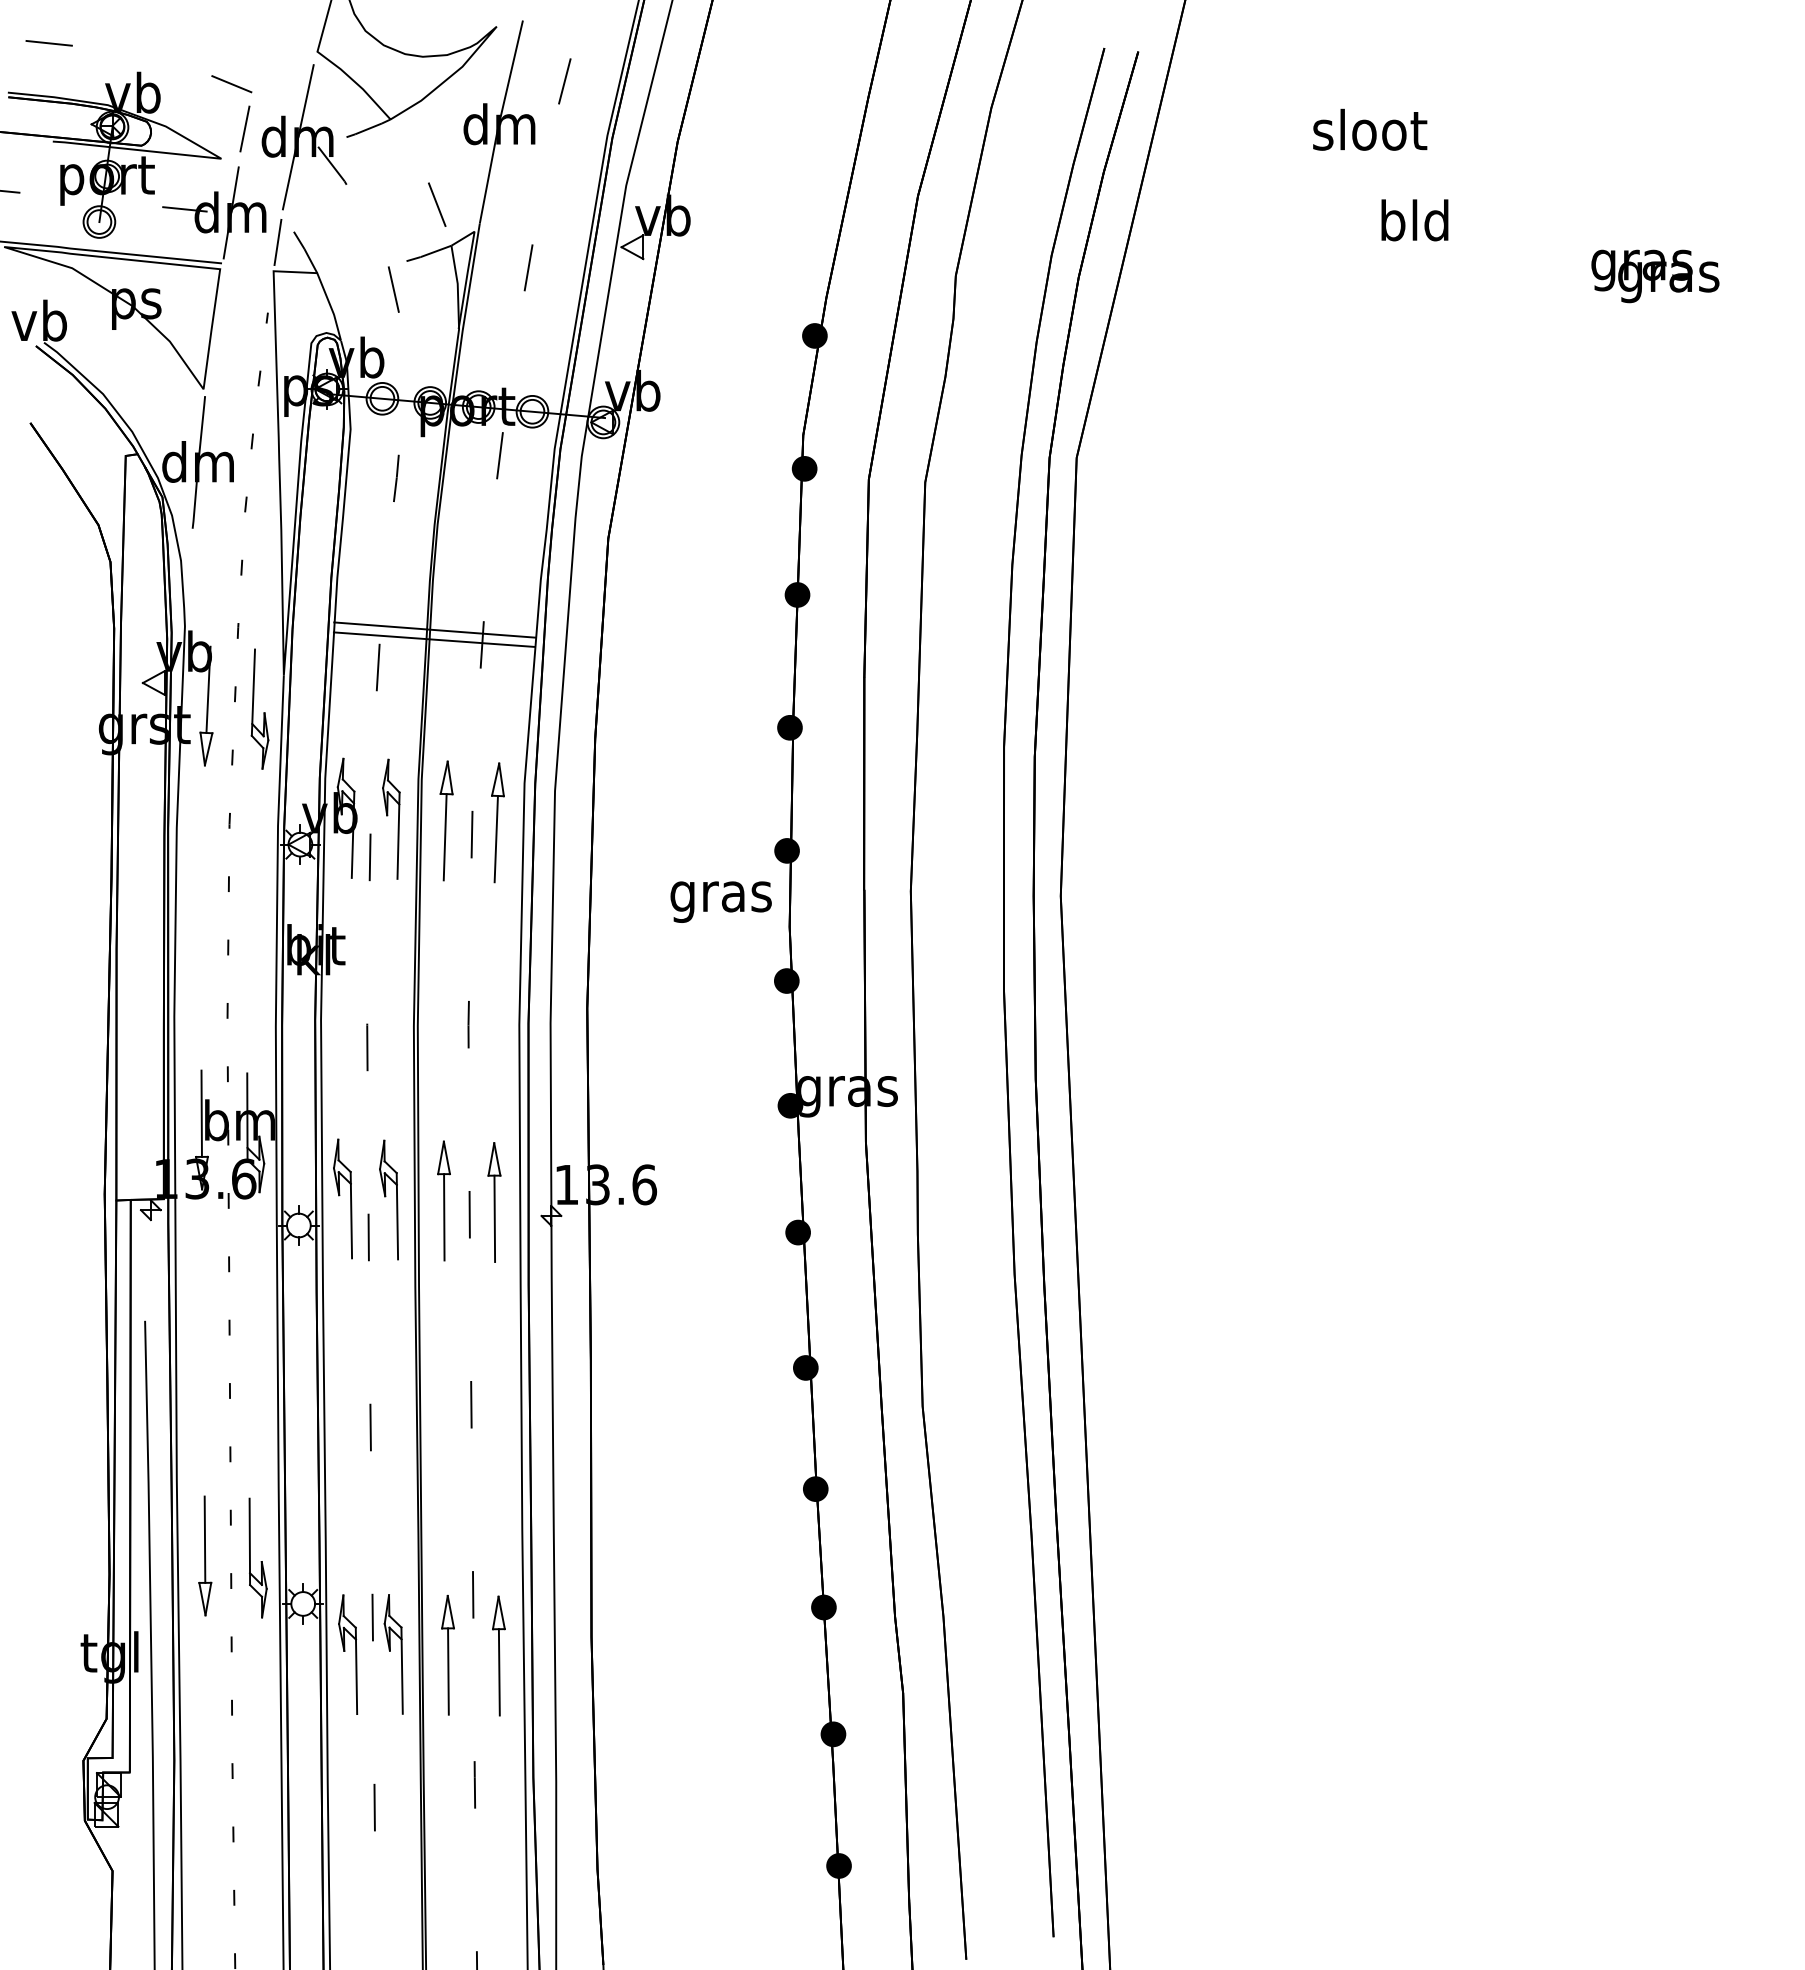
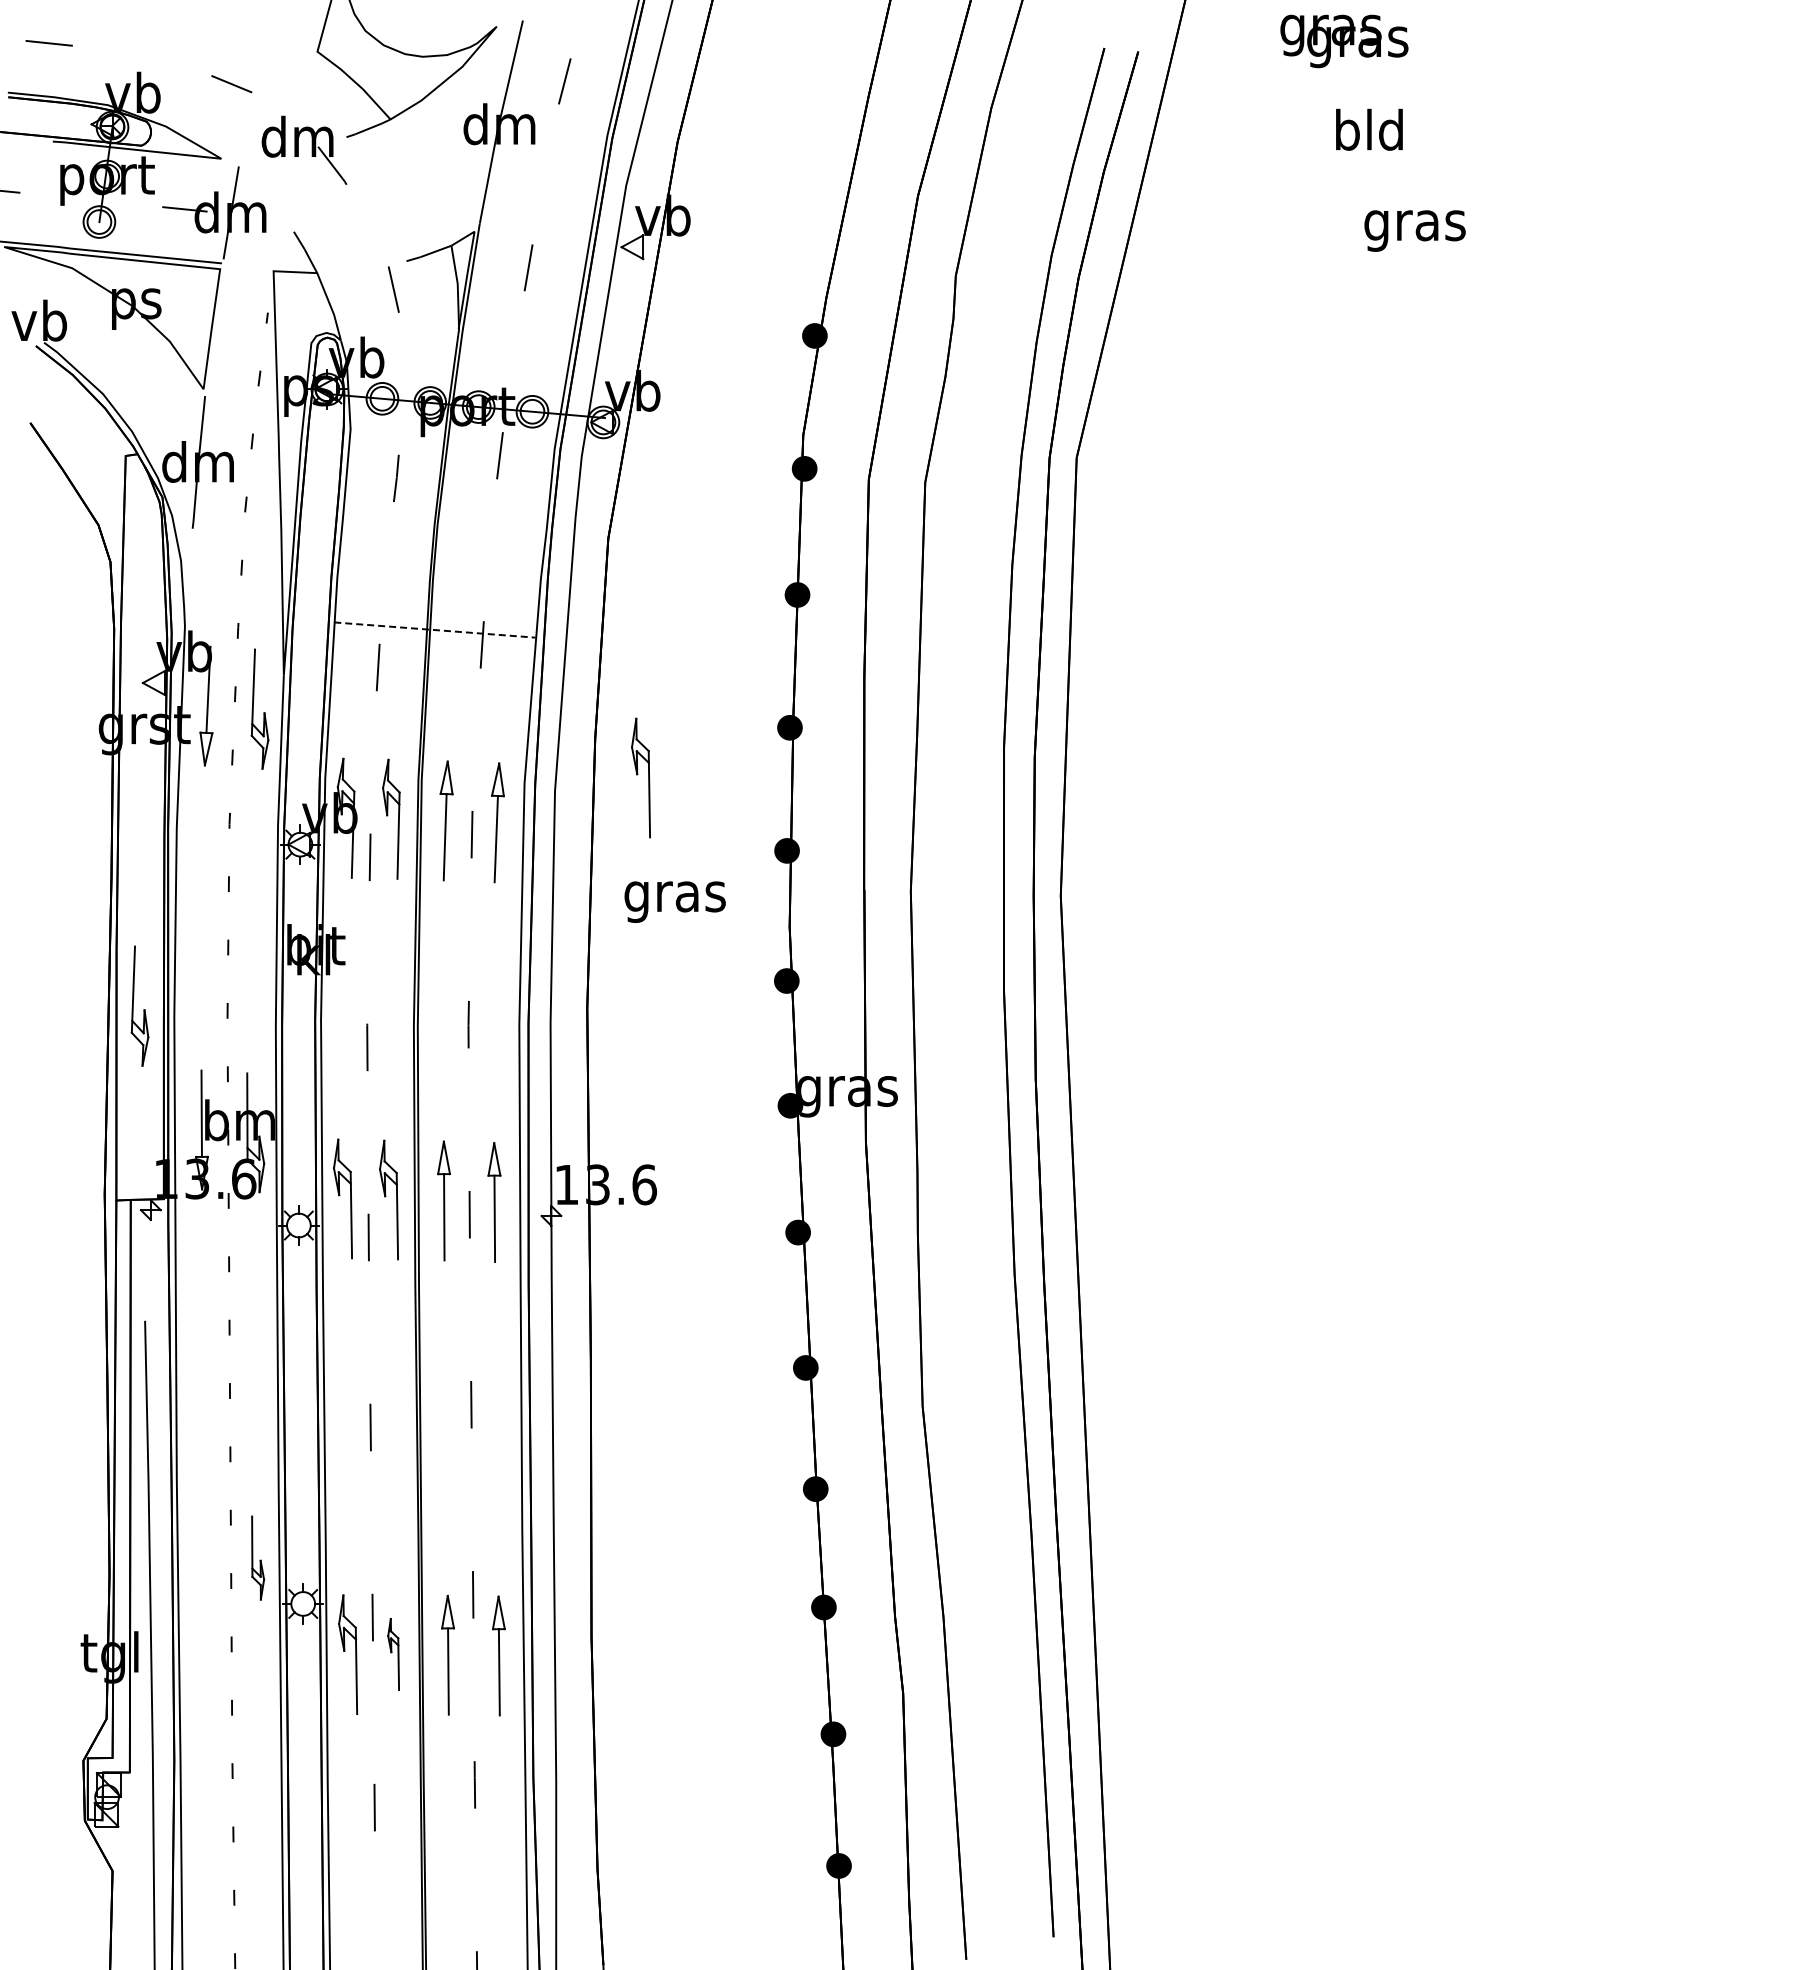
line at (244, 128): present -> none
text at (1370, 129): sloot -> bld
line at (297, 137): present -> none
line at (437, 204): present -> none
text at (1414, 225): bld -> gras
line at (278, 240): present -> none
text at (1655, 276) position: (1655, 276) -> (1344, 41)
line at (434, 630): solid -> dashed
line at (433, 639): present -> none
part at (640, 777): none -> present
text at (720, 901) position: (720, 901) -> (674, 901)
part at (139, 1005): none -> present
part at (205, 1555): present -> none
part at (257, 1557) size: 20x122 px -> 15x86 px
part at (393, 1654) size: 21x121 px -> 13x73 px
